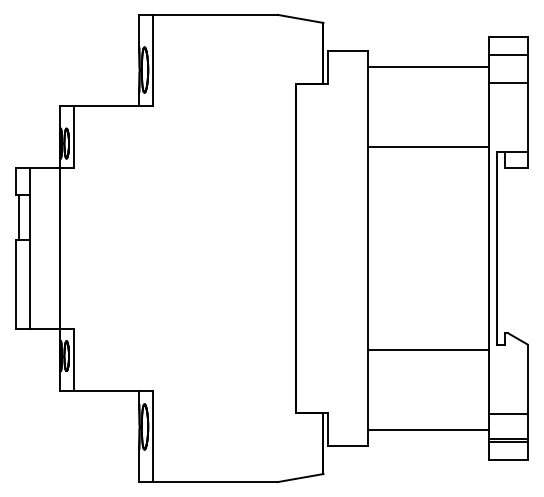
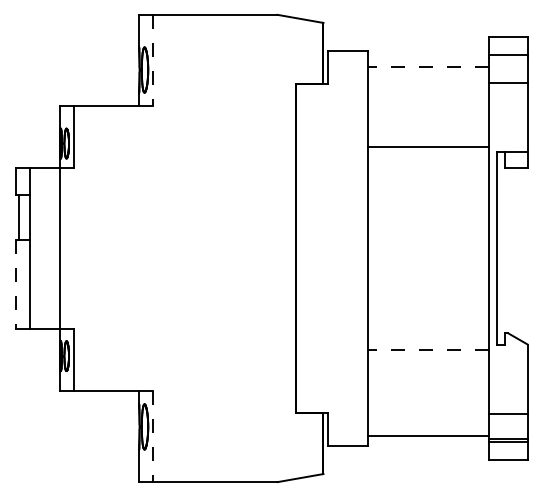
line at (153, 60): solid -> dashed
line at (428, 66): solid -> dashed
line at (16, 284): solid -> dashed
line at (428, 350): solid -> dashed
line at (428, 430) position: (428, 430) -> (428, 436)
line at (153, 436): solid -> dashed
